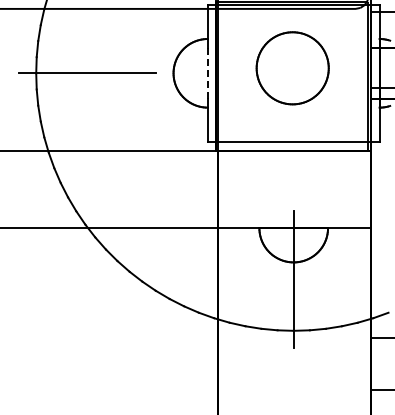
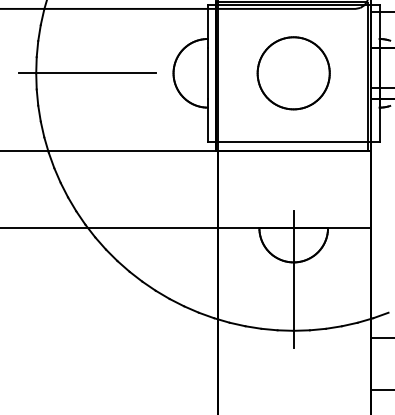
part at (292, 68) position: (292, 68) -> (293, 73)
line at (207, 73): dashed -> solid
